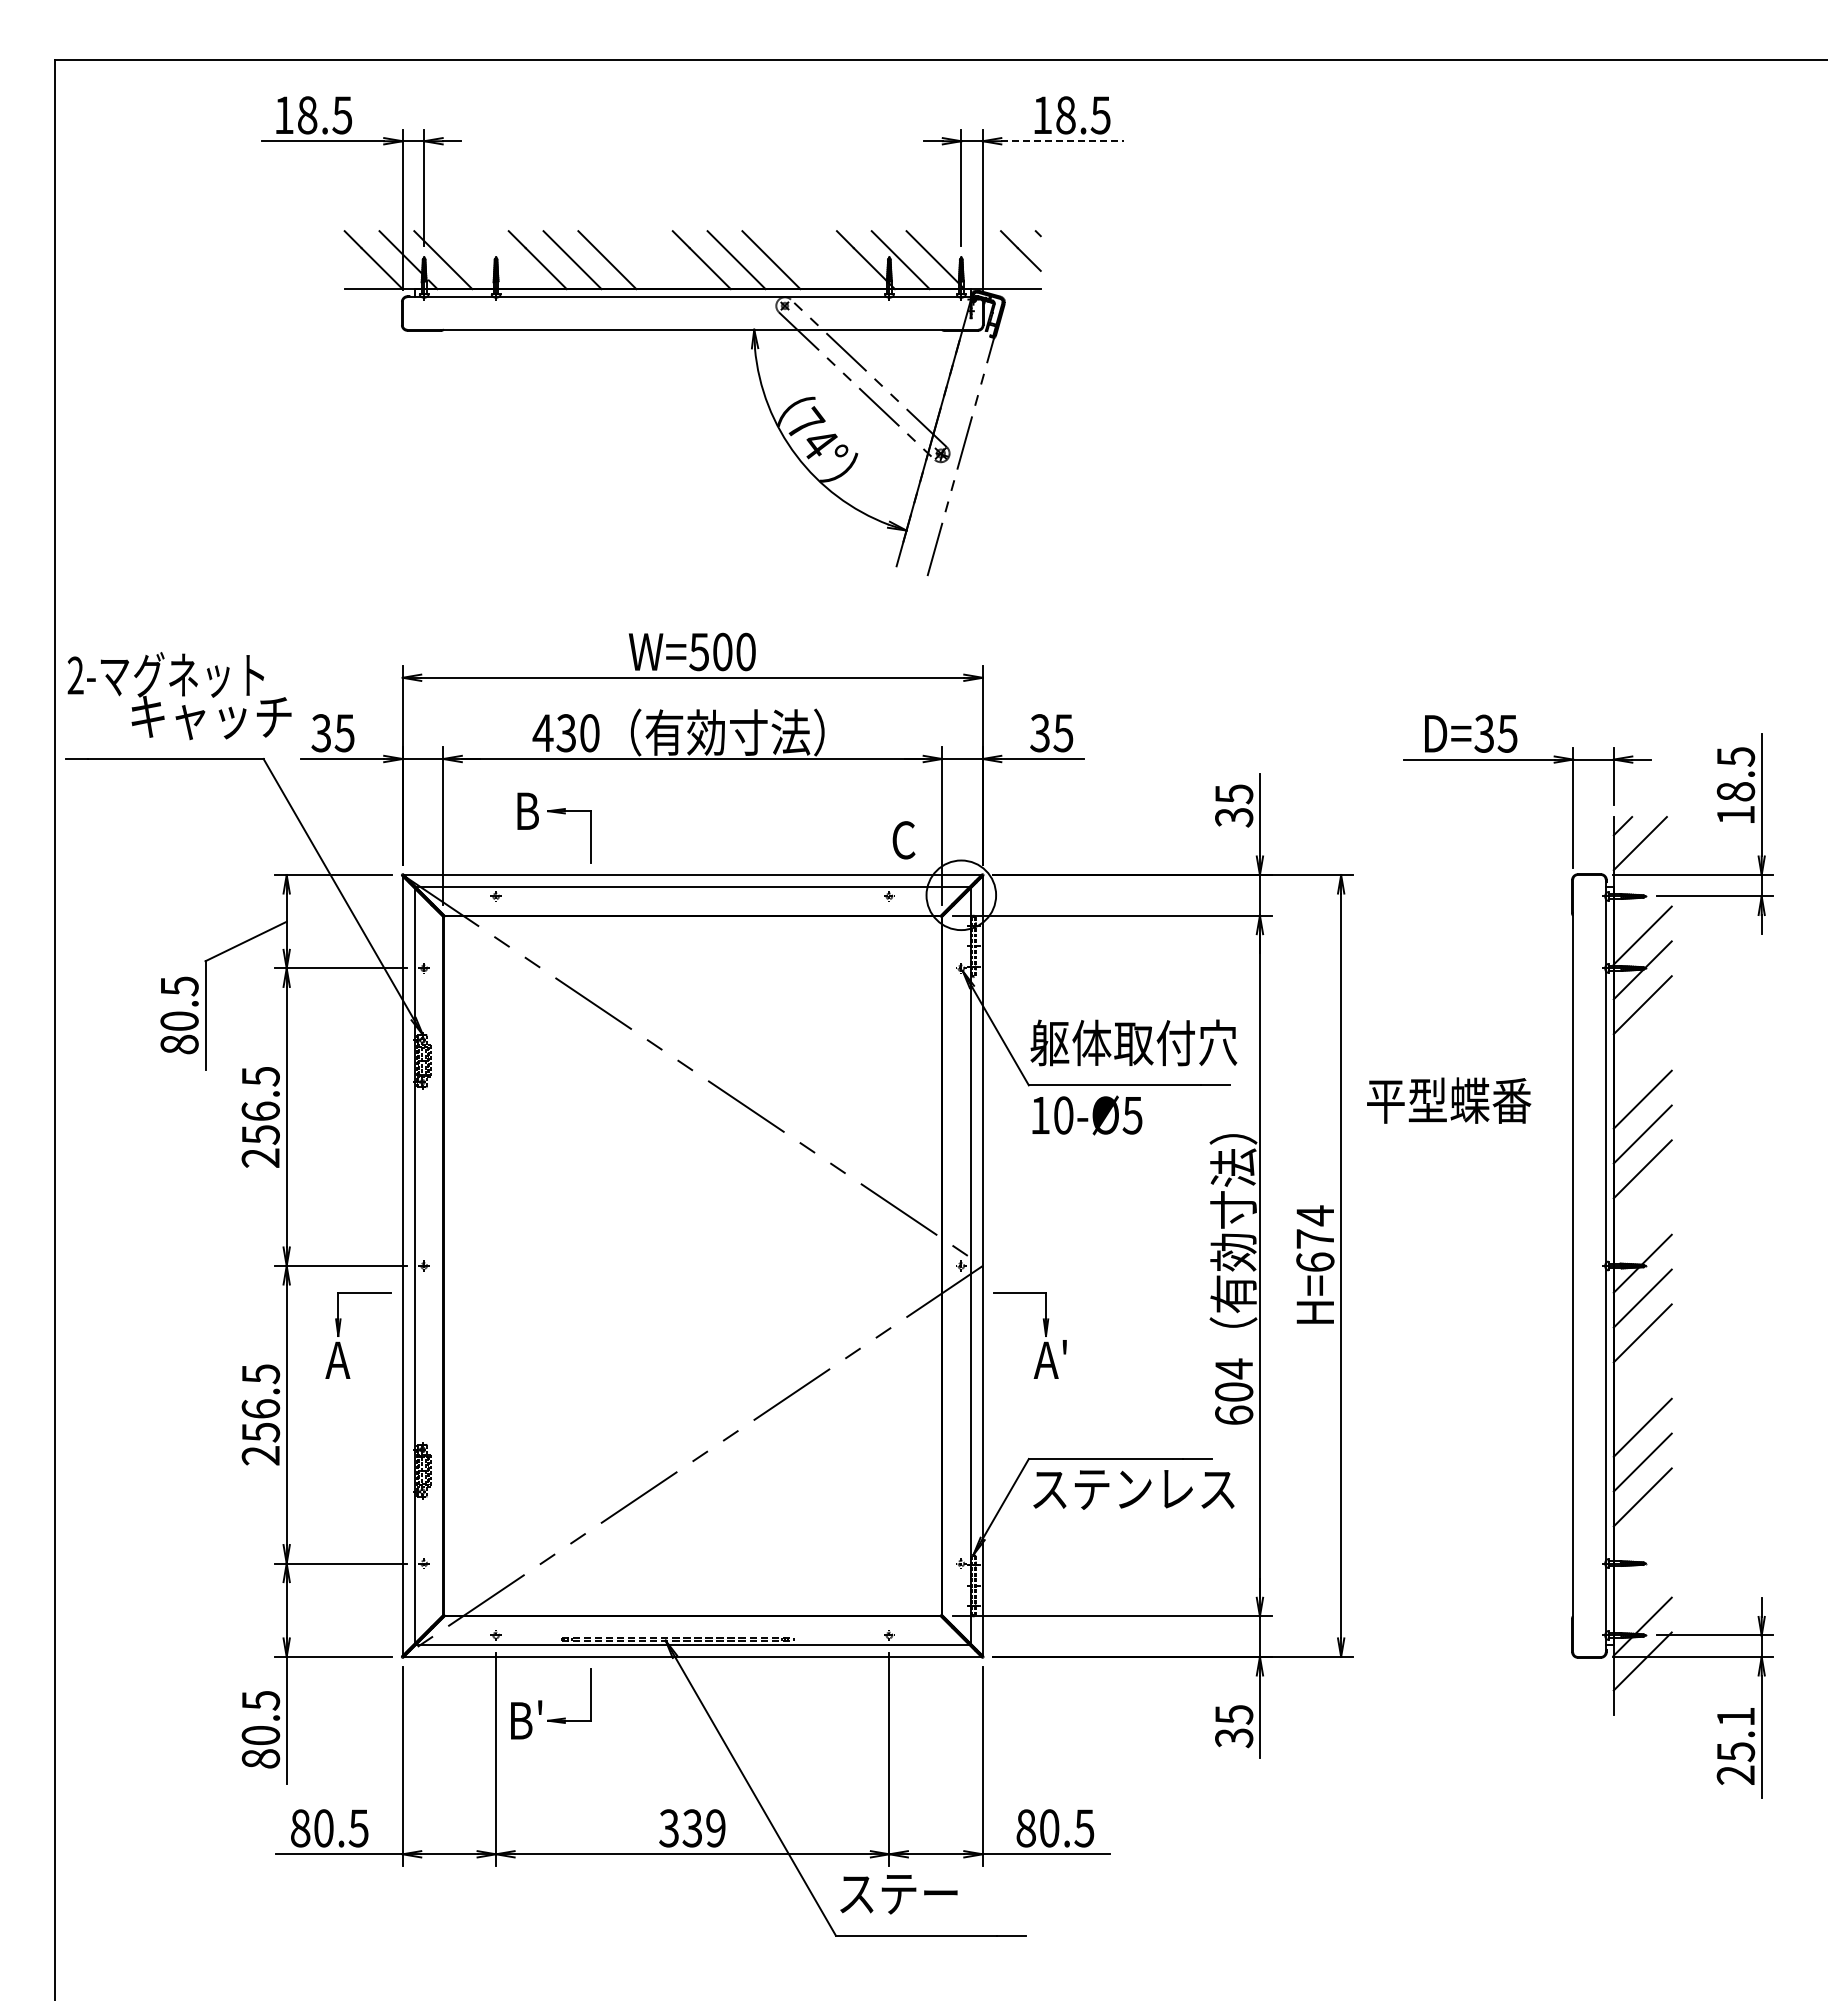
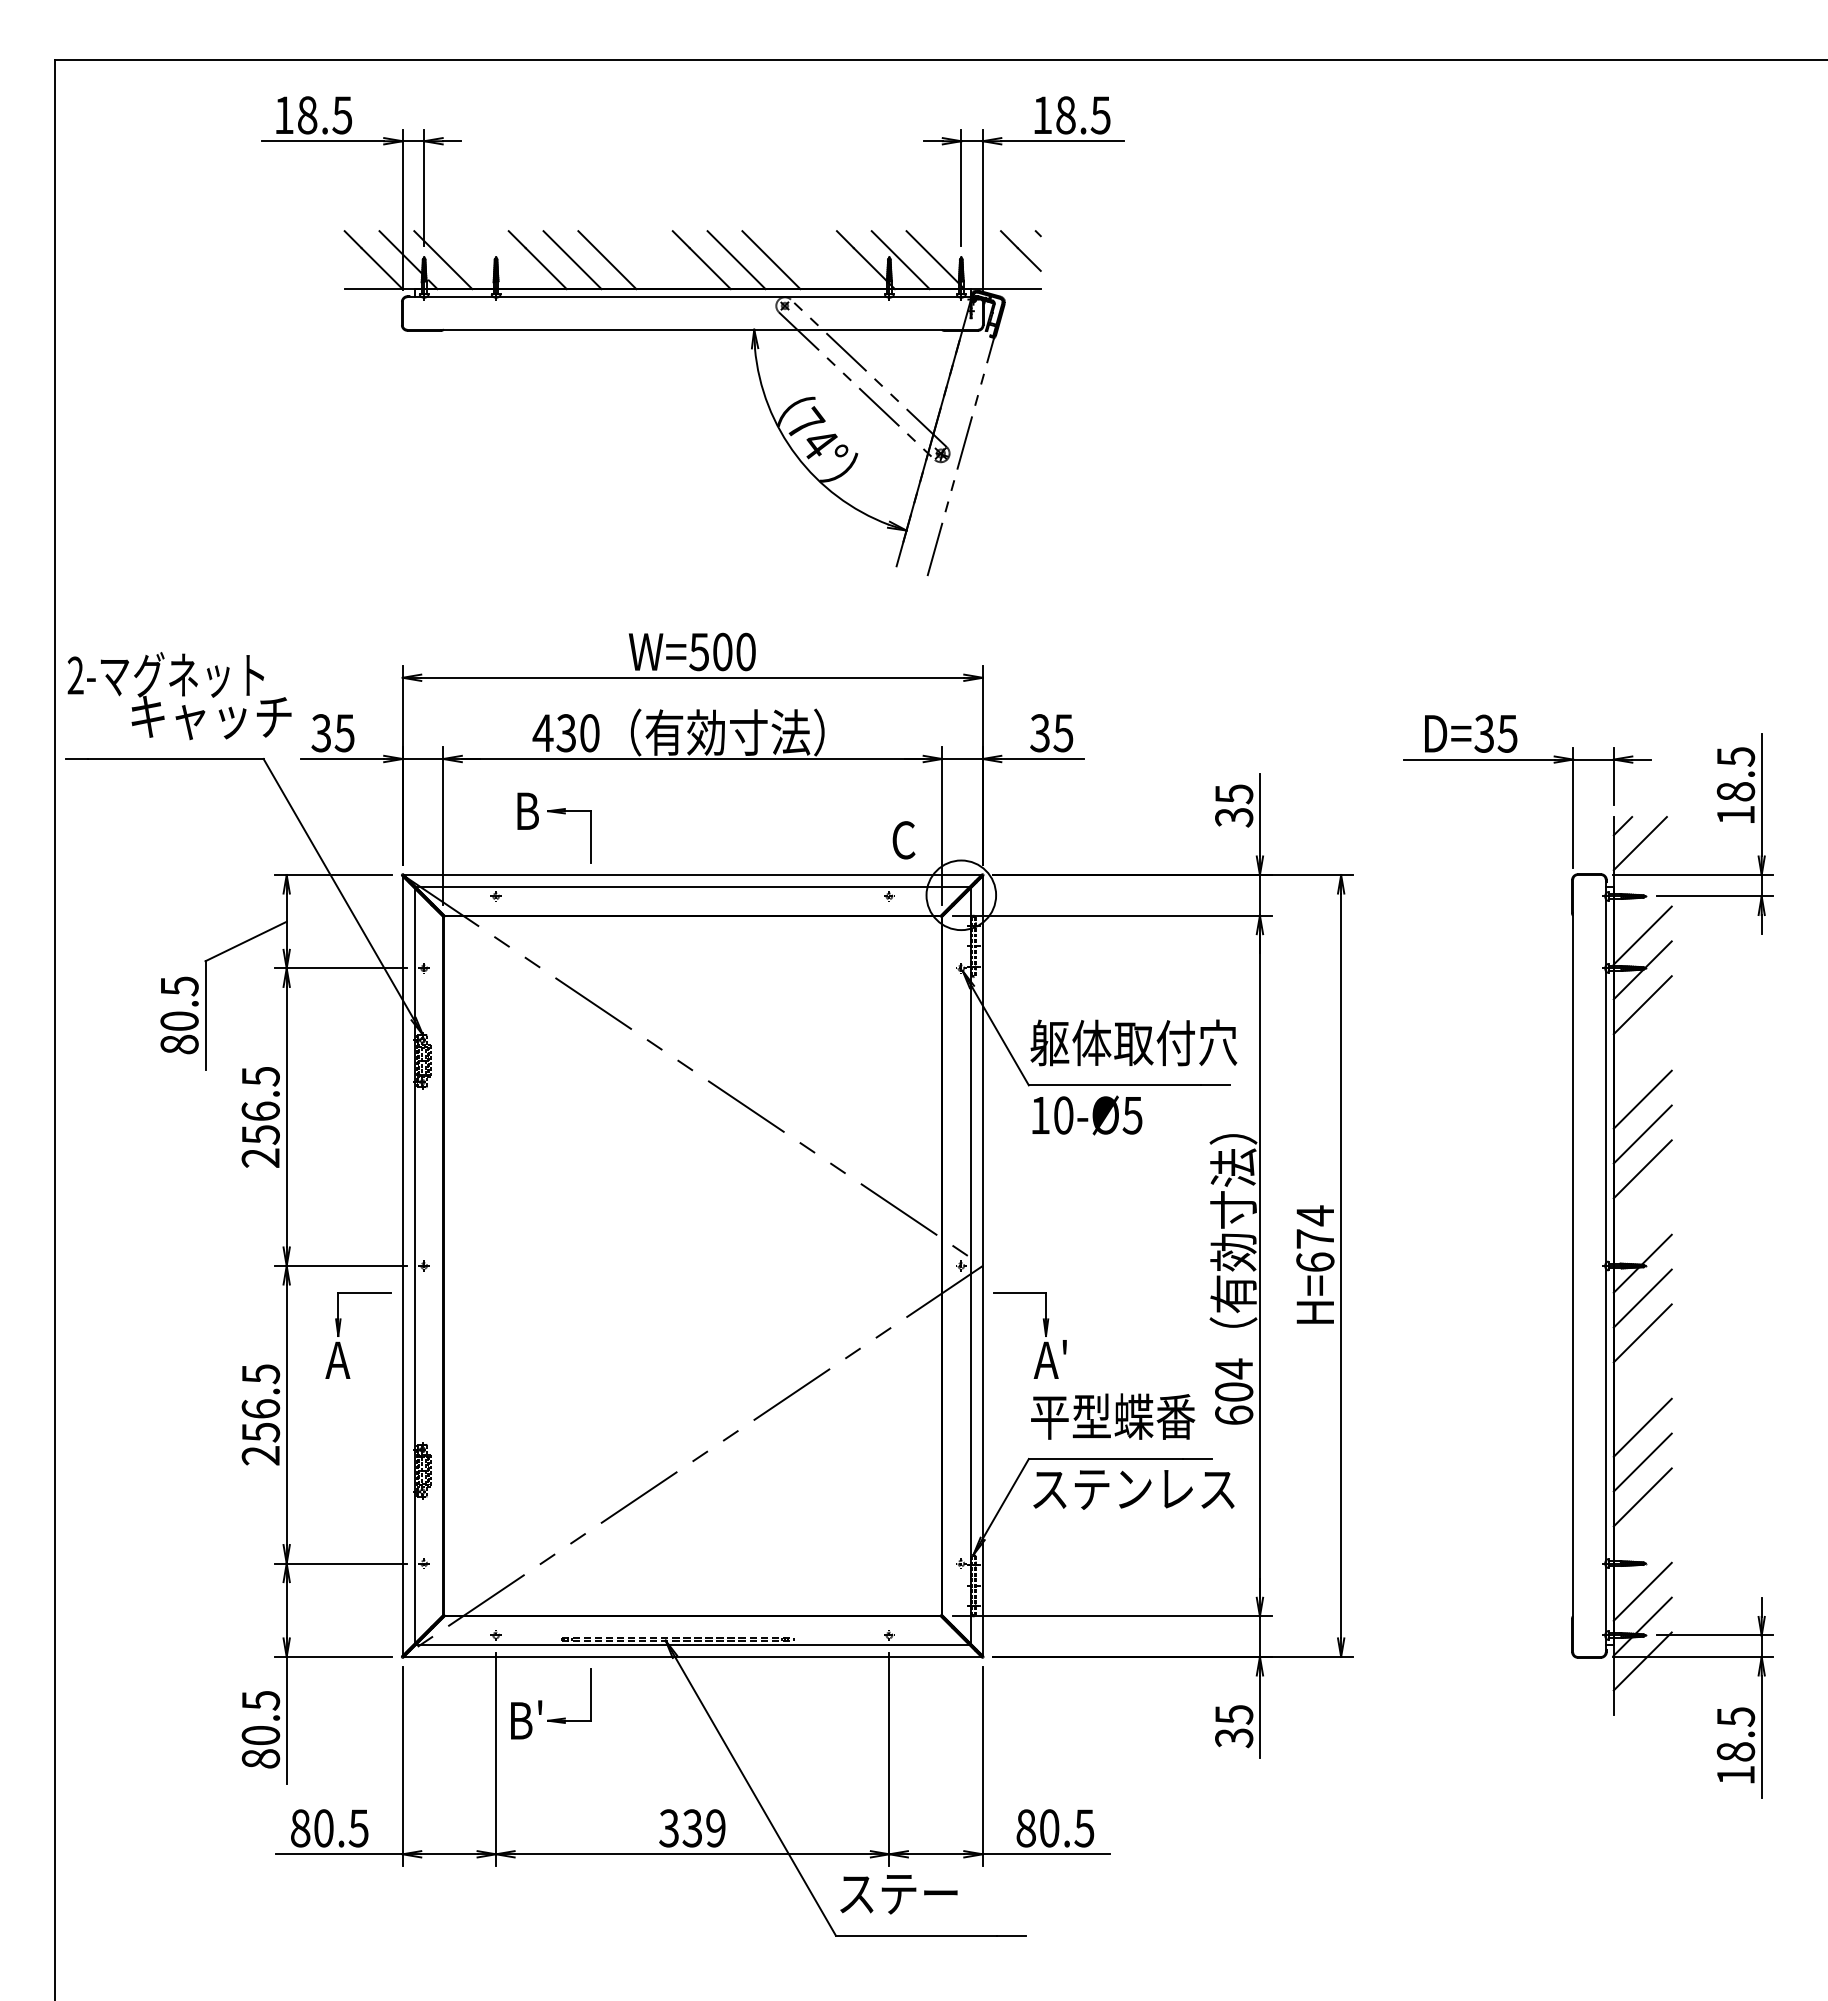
line at (1063, 141): dashed -> solid
text at (1449, 1100) position: (1449, 1100) -> (1113, 1416)
line at (1642, 1591): none -> present
text at (1735, 1745): 25.1 -> 18.5
